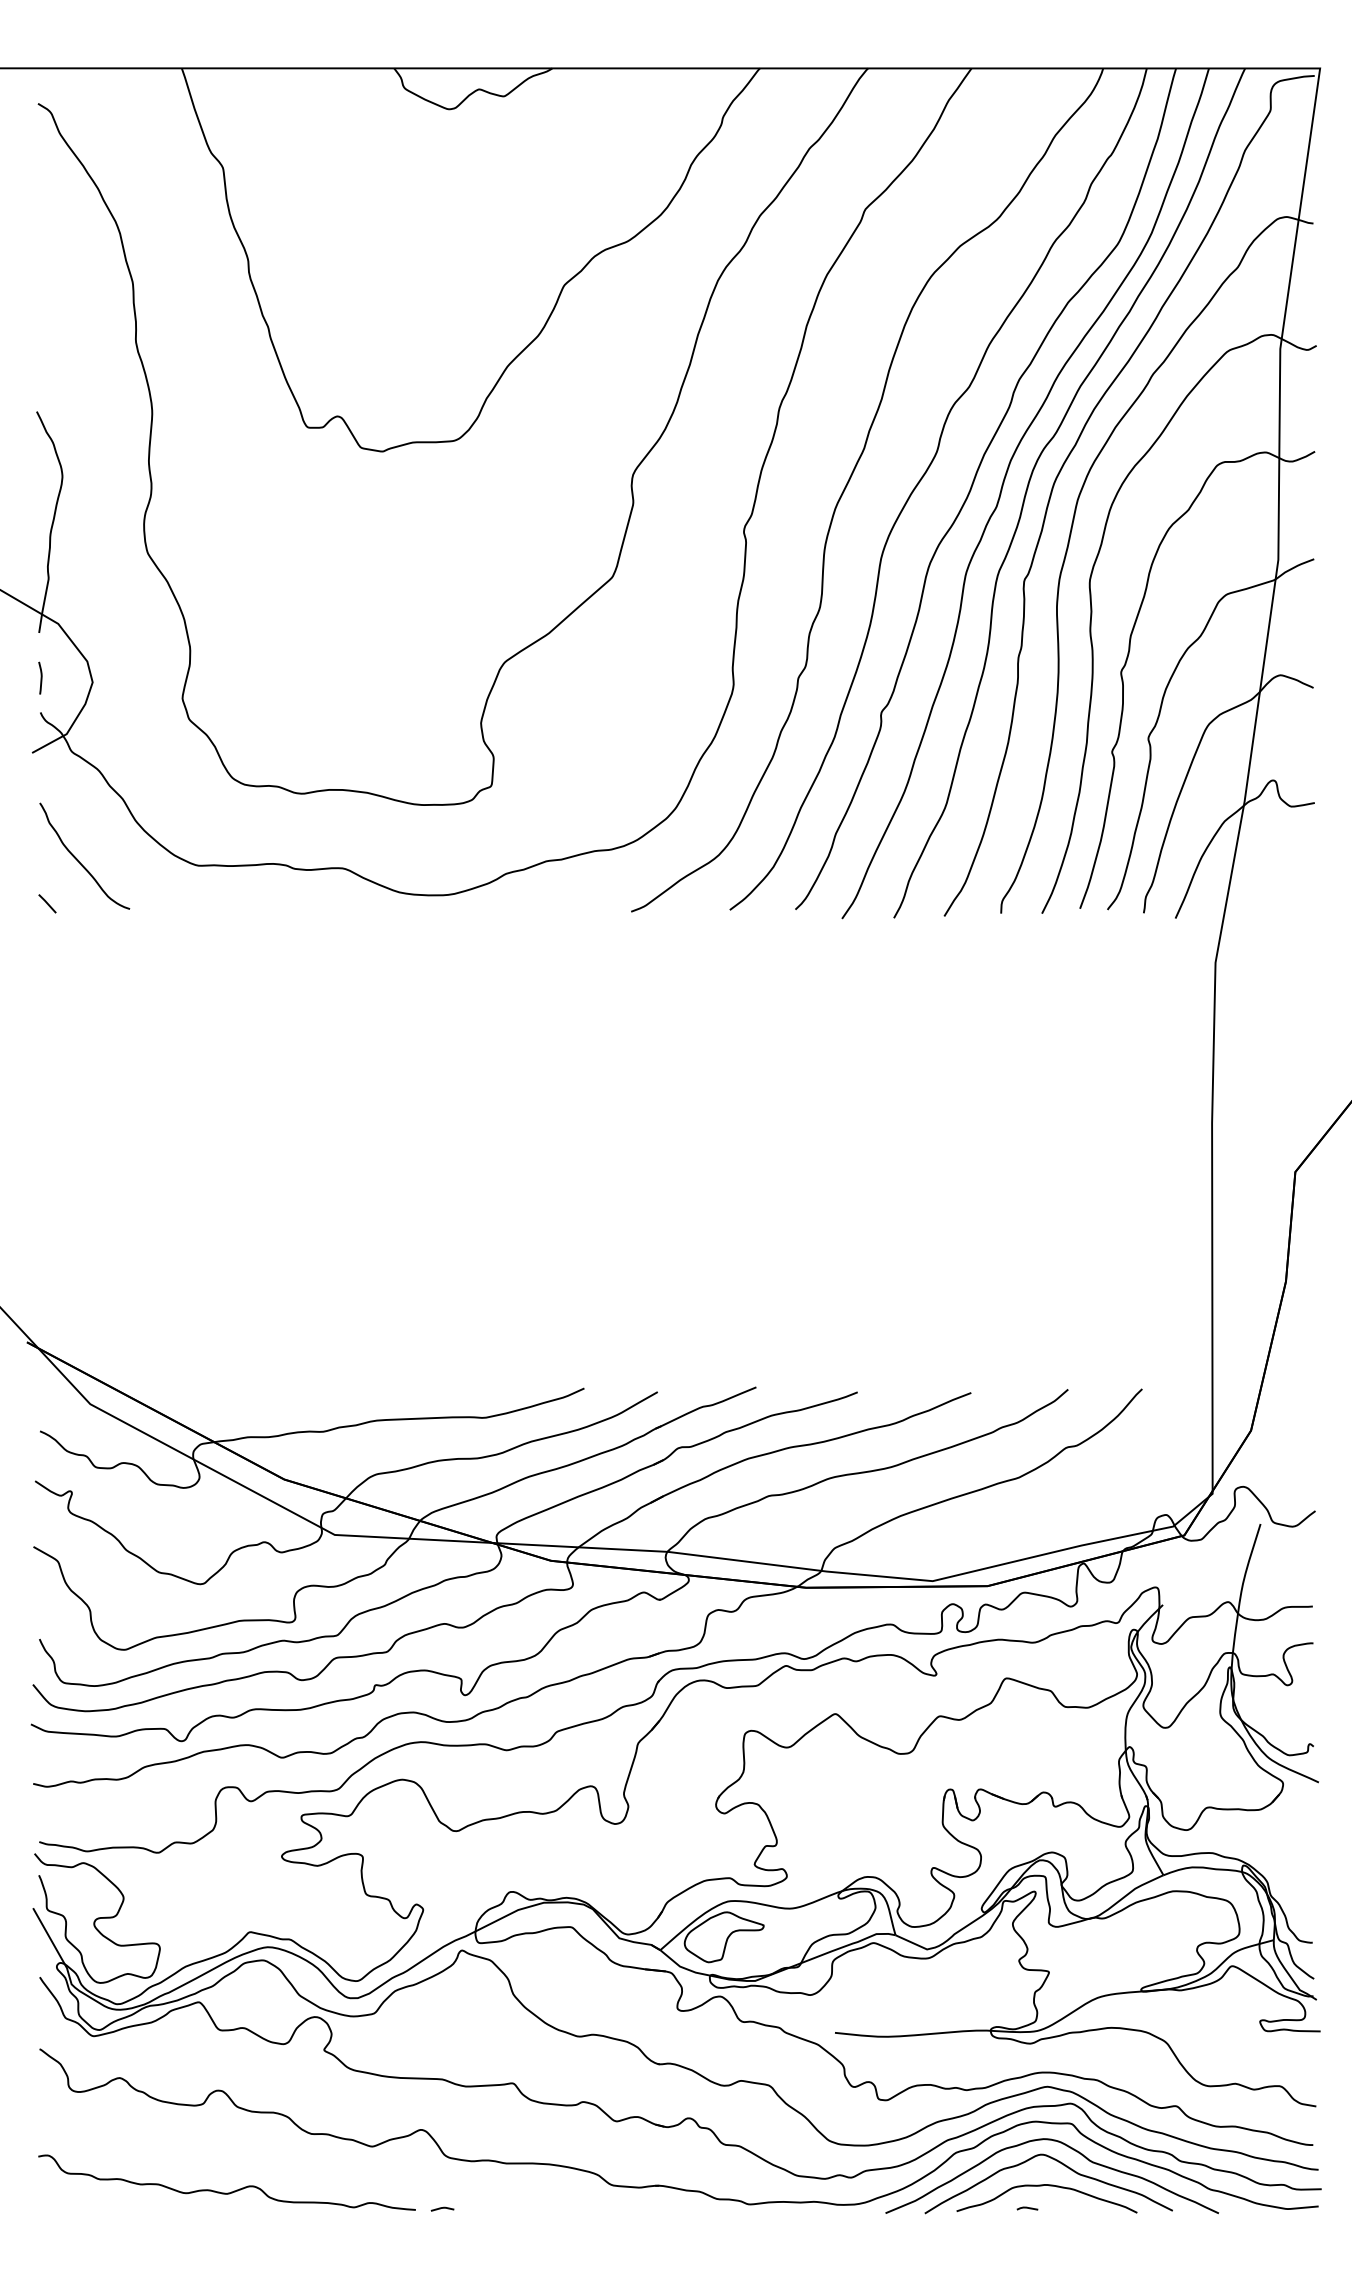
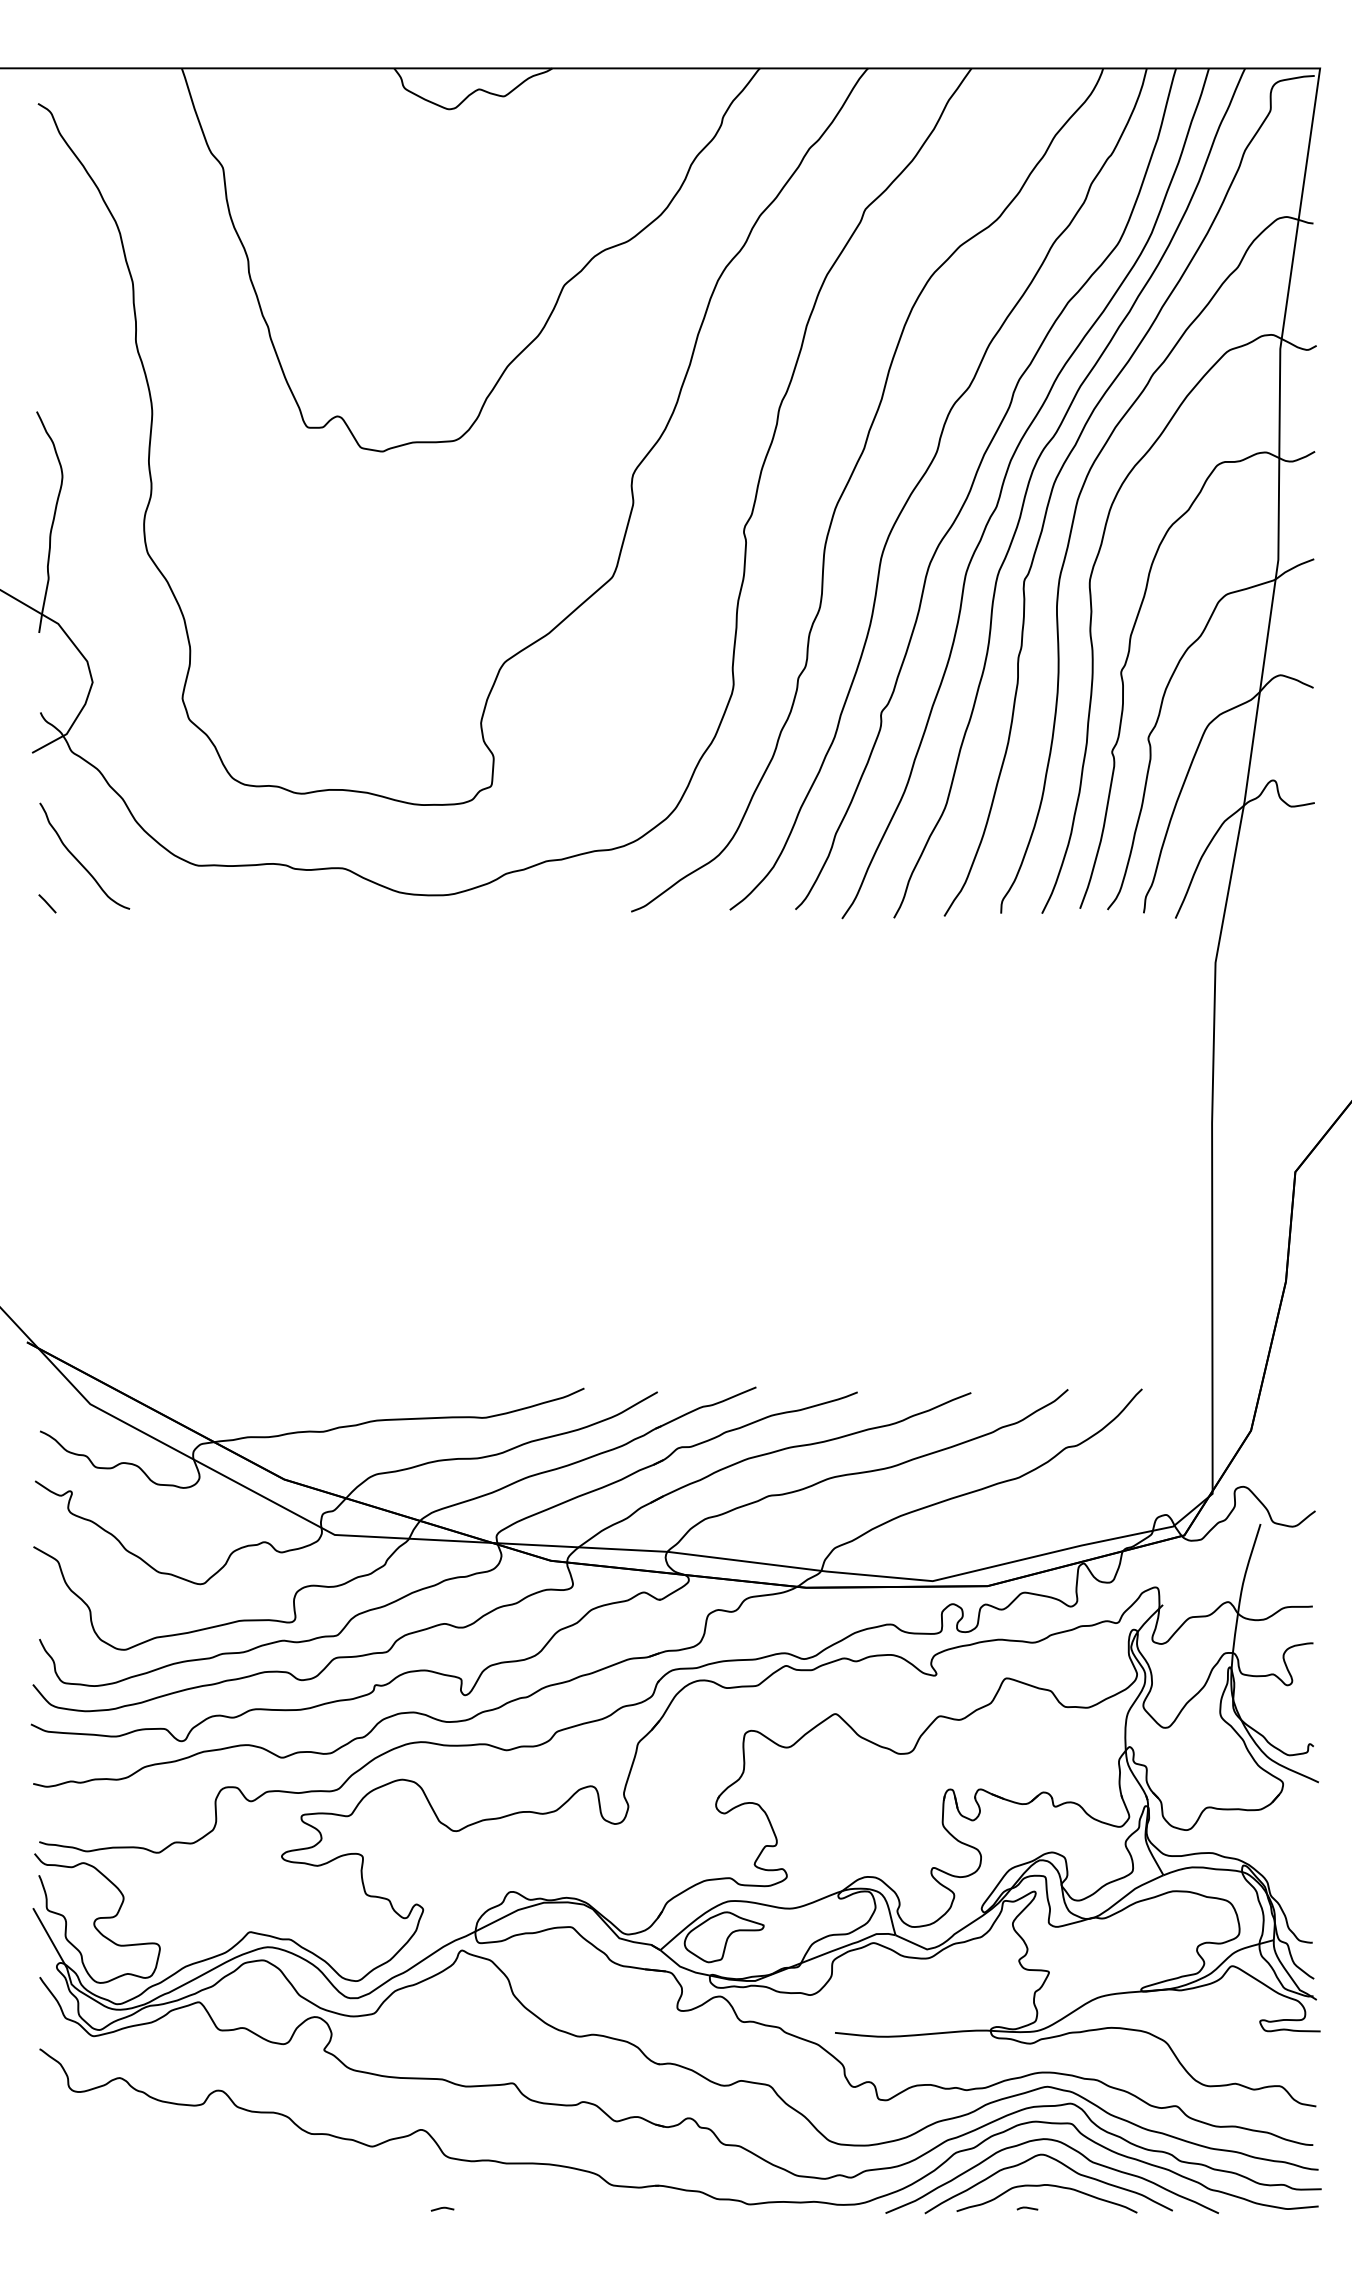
curve at (40, 677): present -> none
curve at (225, 2192): present -> none
